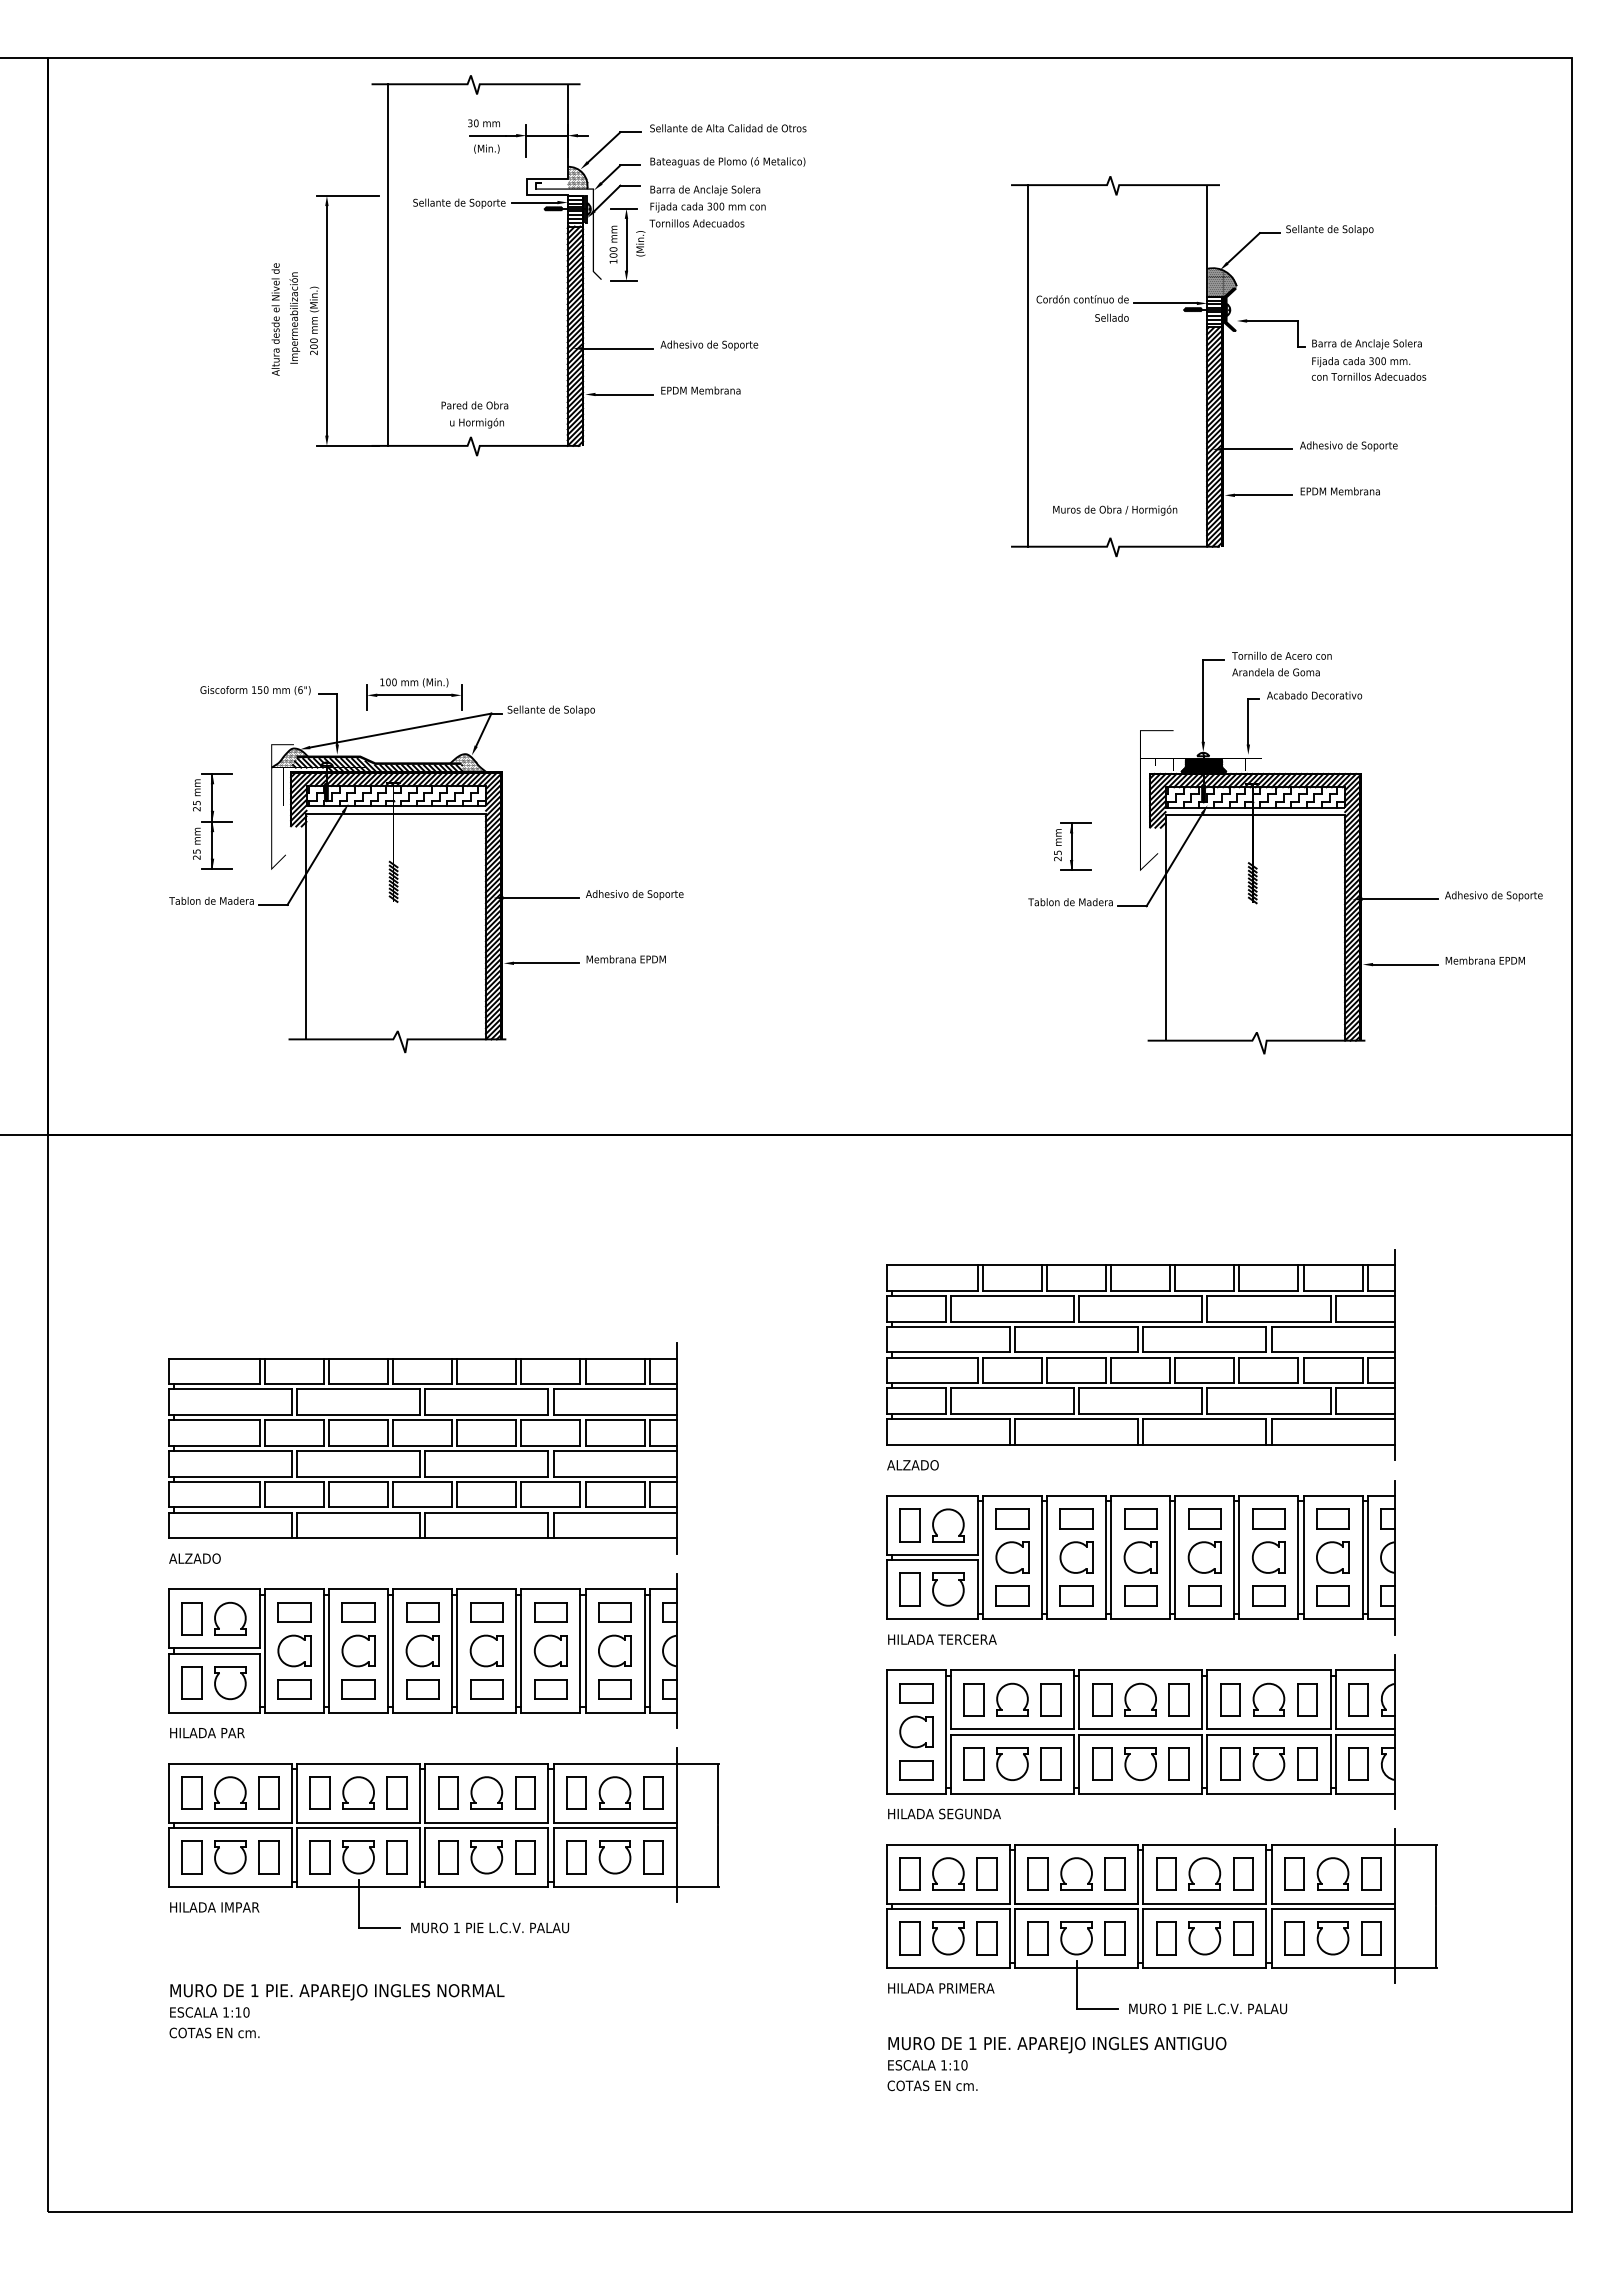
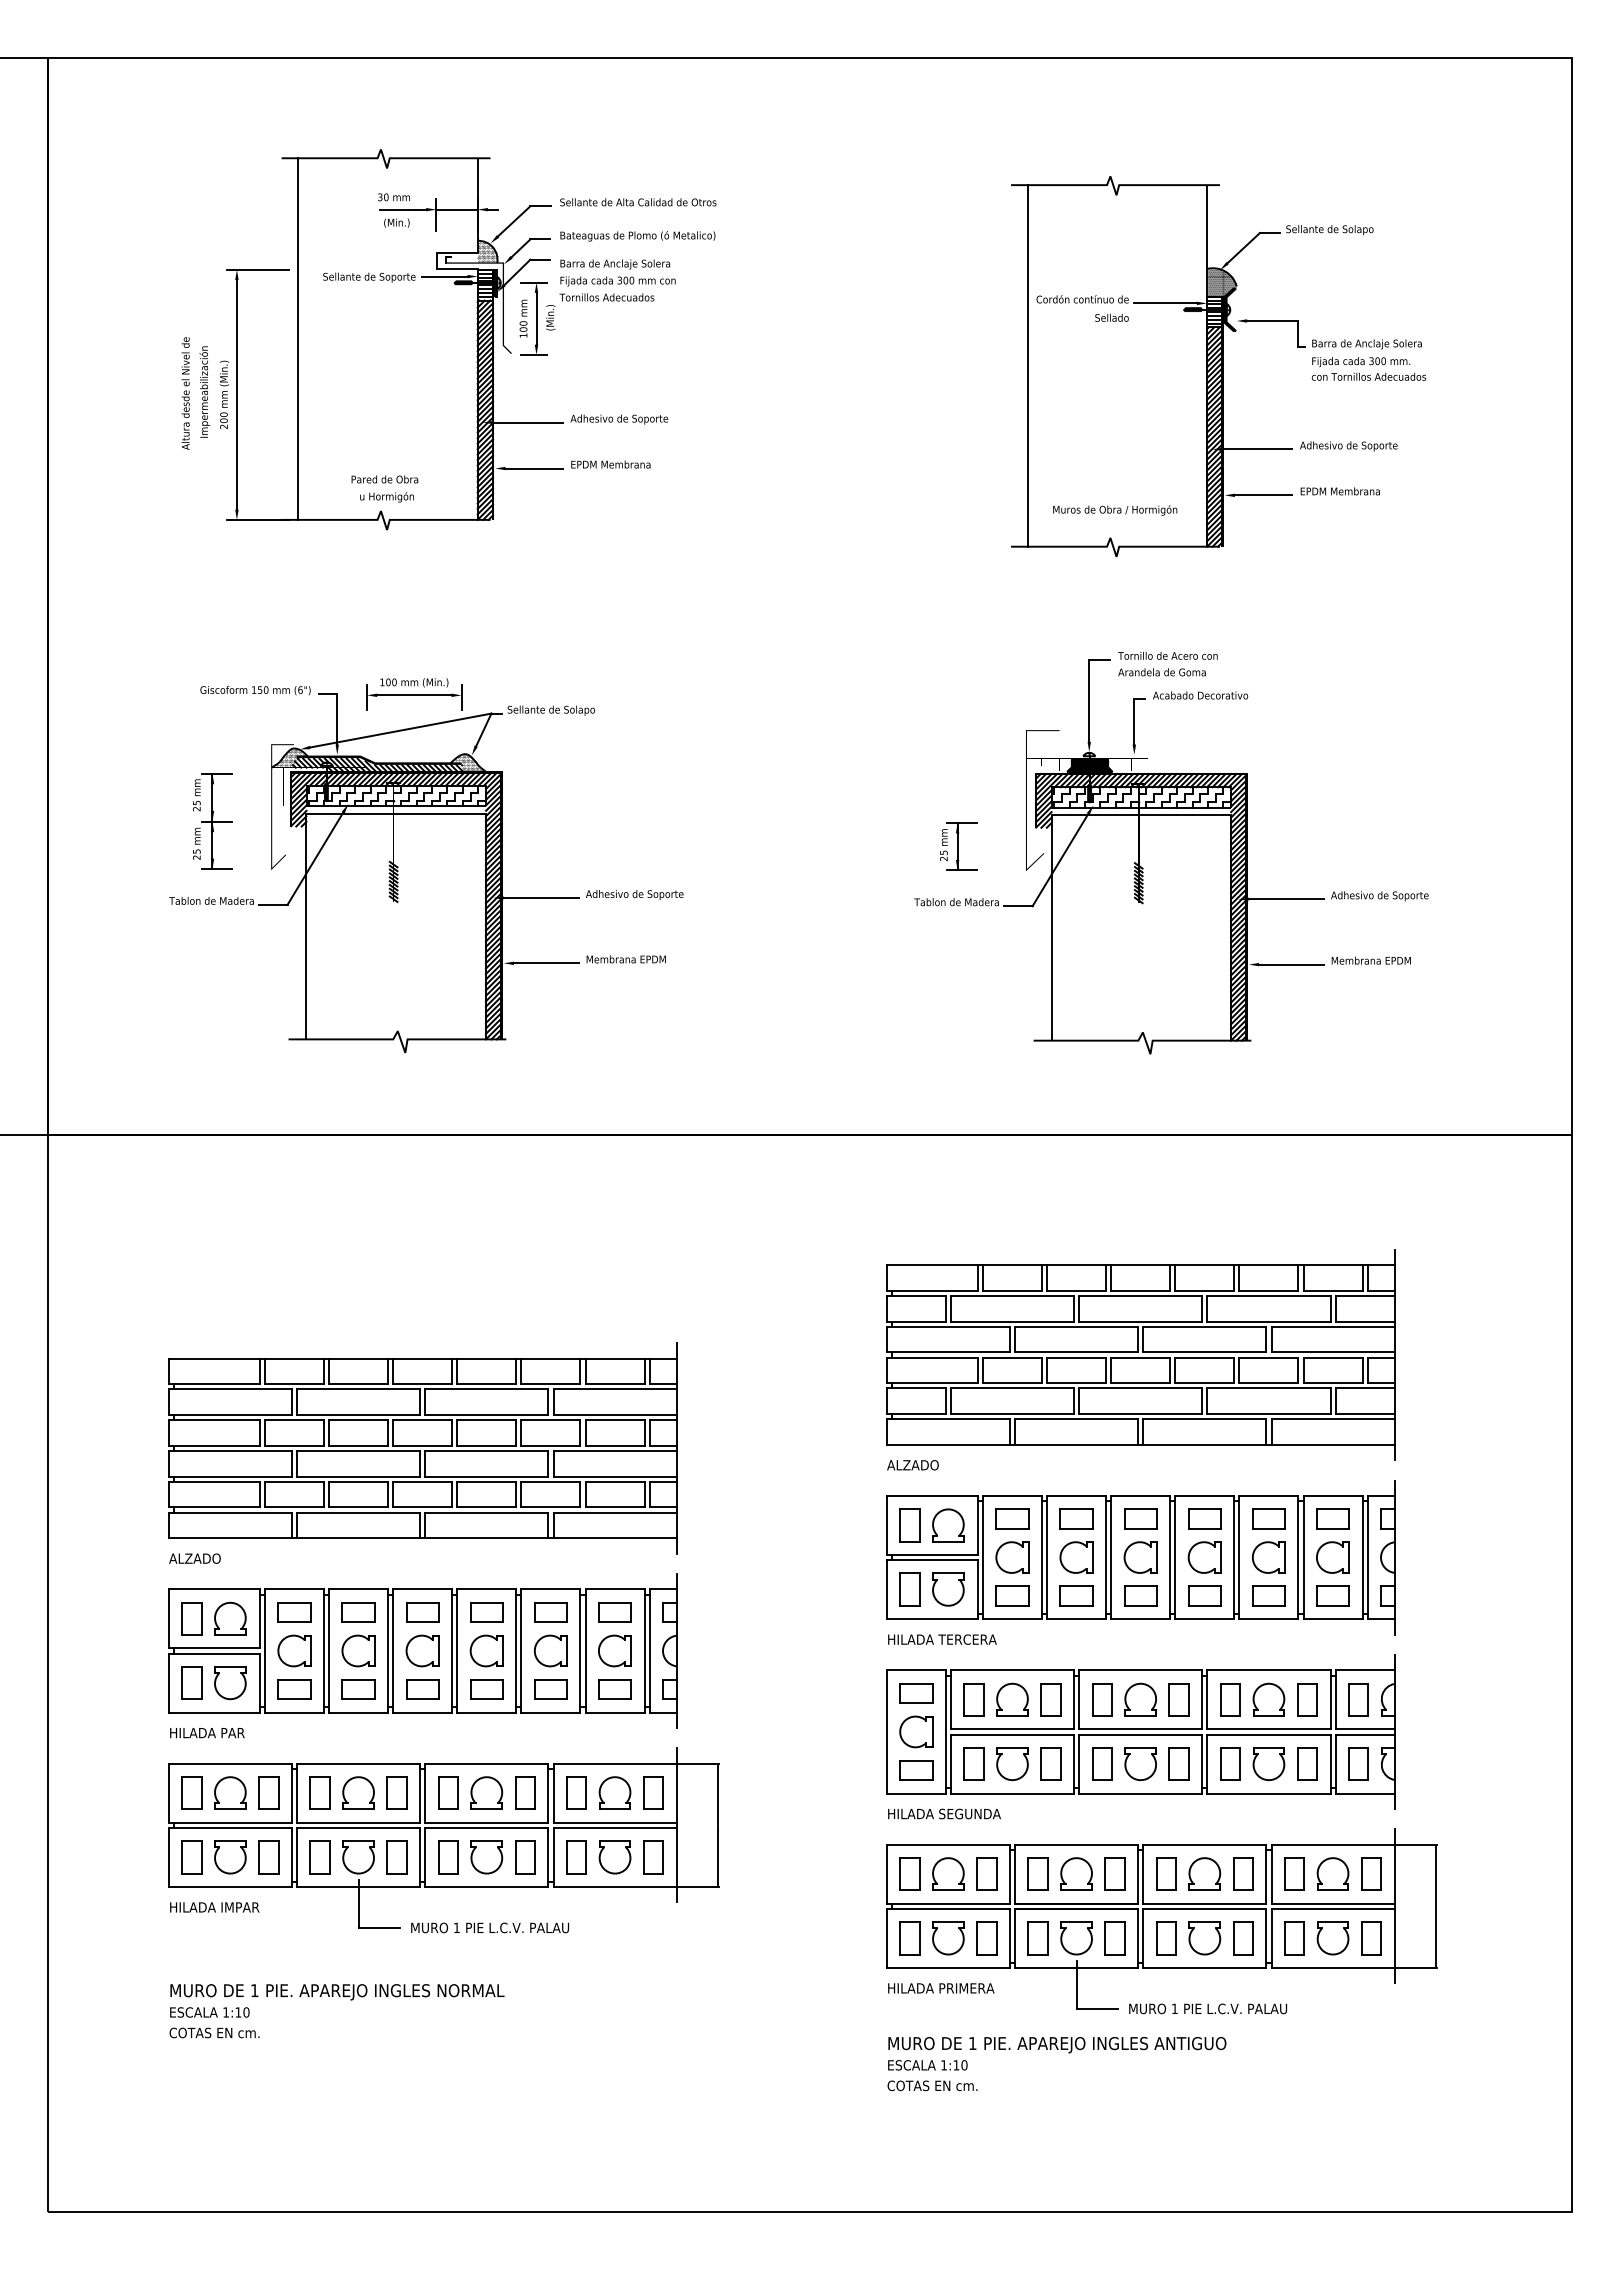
part at (538, 265) position: (538, 265) -> (448, 339)
part at (1285, 852) position: (1285, 852) -> (1171, 852)
